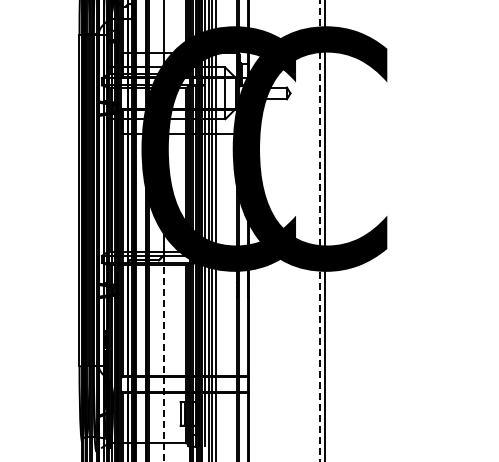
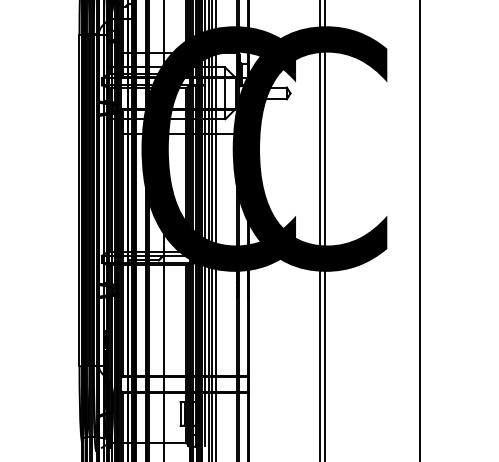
line at (419, 230): none -> present
line at (320, 231): dashed -> solid
line at (163, 358): dashed -> solid
